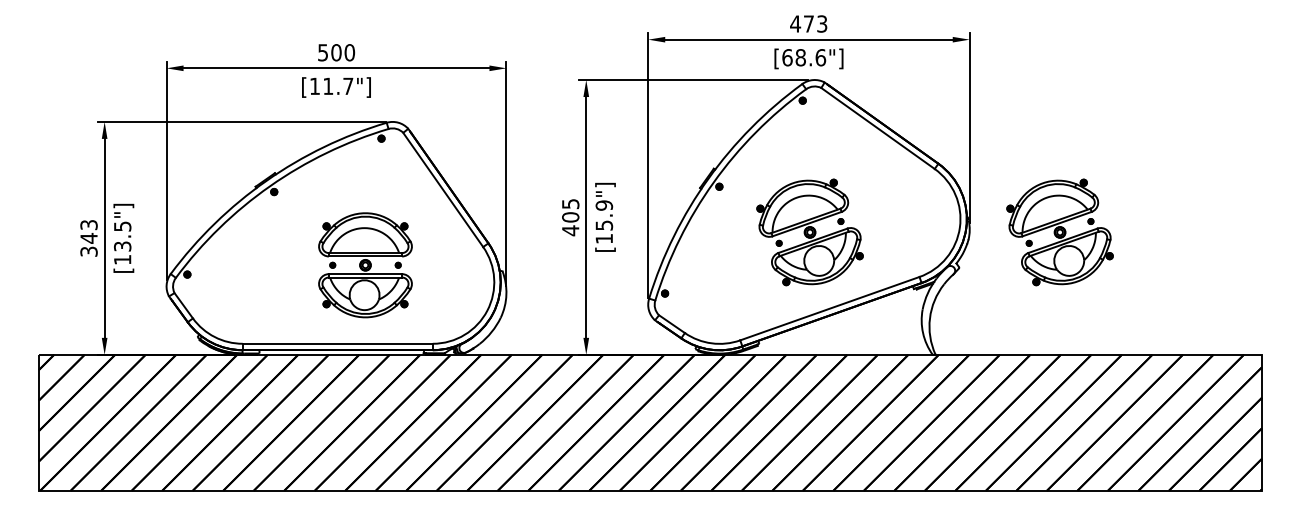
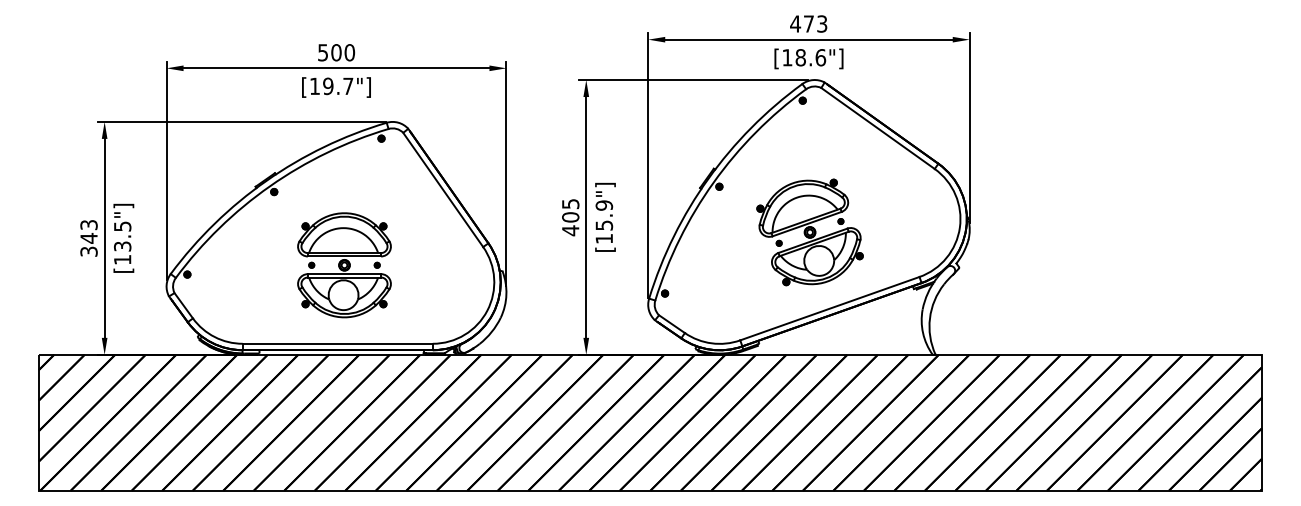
text at (787, 57): [68.6"] -> [18.6"]
text at (328, 86): [11.7"] -> [19.7"]
part at (1059, 232): present -> none
part at (365, 265) position: (365, 265) -> (344, 265)
